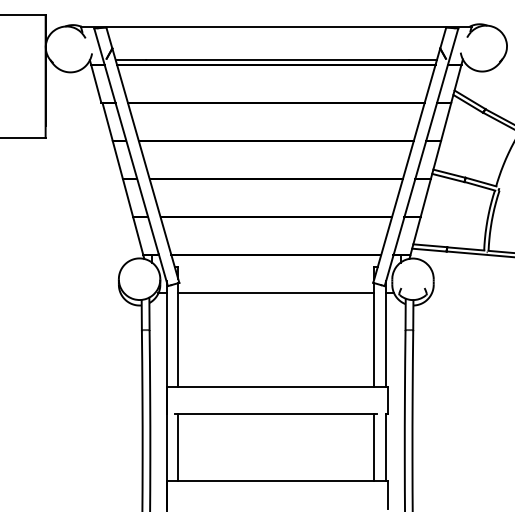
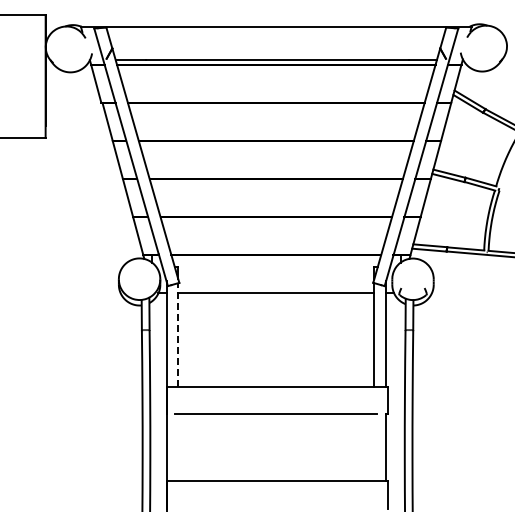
line at (178, 334): solid -> dashed
line at (178, 447): present -> none
line at (374, 447): present -> none
